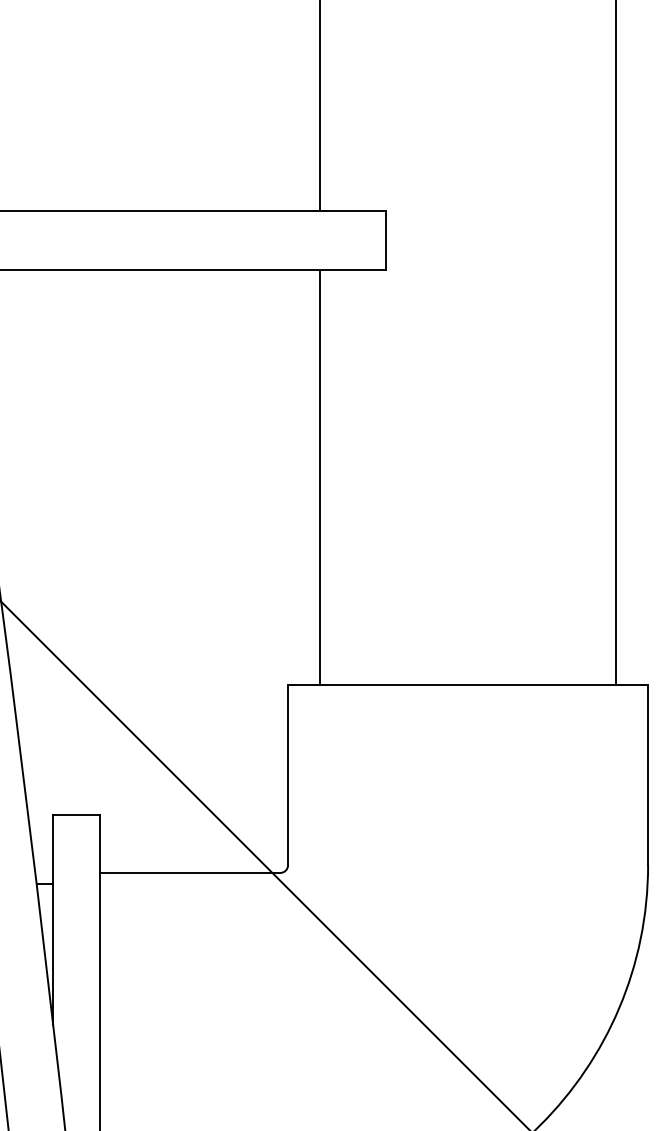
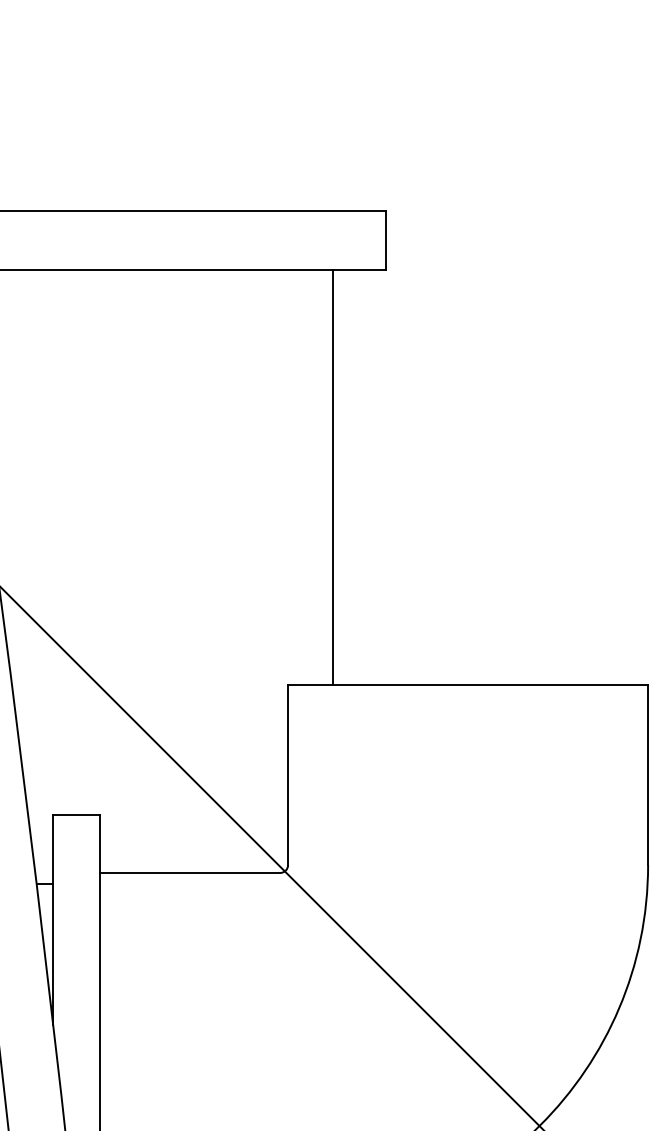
line at (319, 106): present -> none
line at (616, 343): present -> none
line at (319, 477) position: (319, 477) -> (332, 477)
line at (264, 864) position: (264, 864) -> (271, 857)
